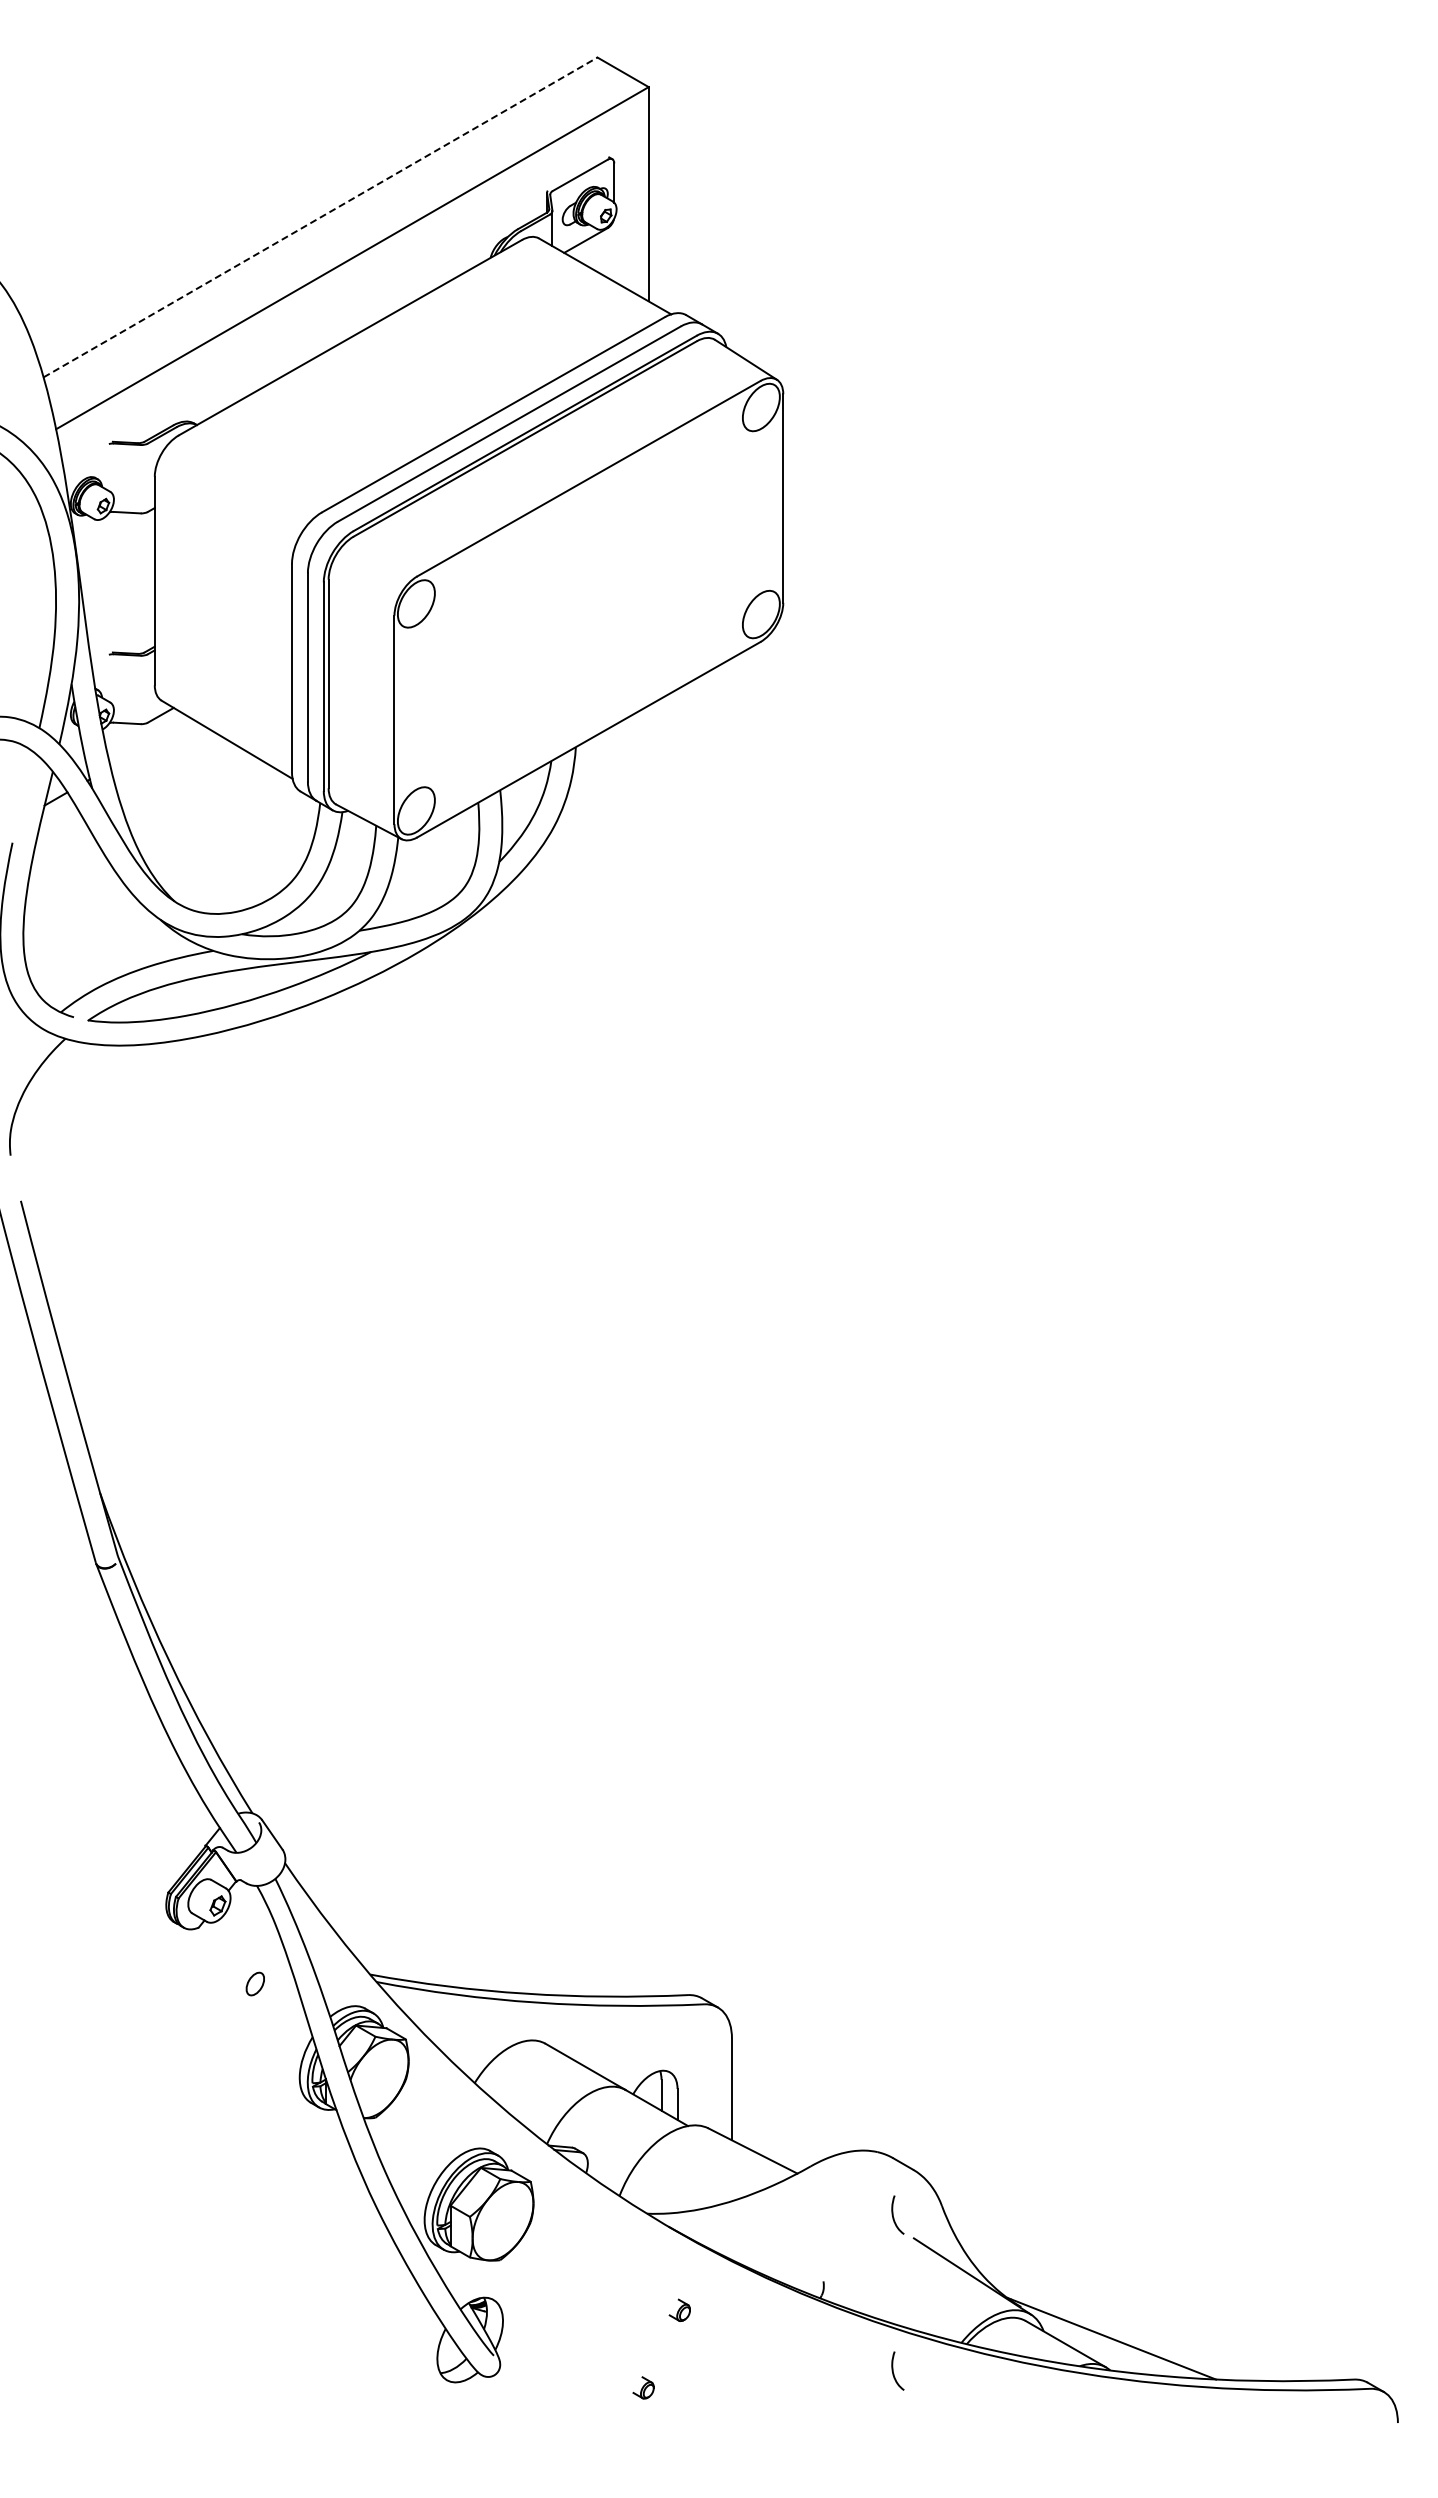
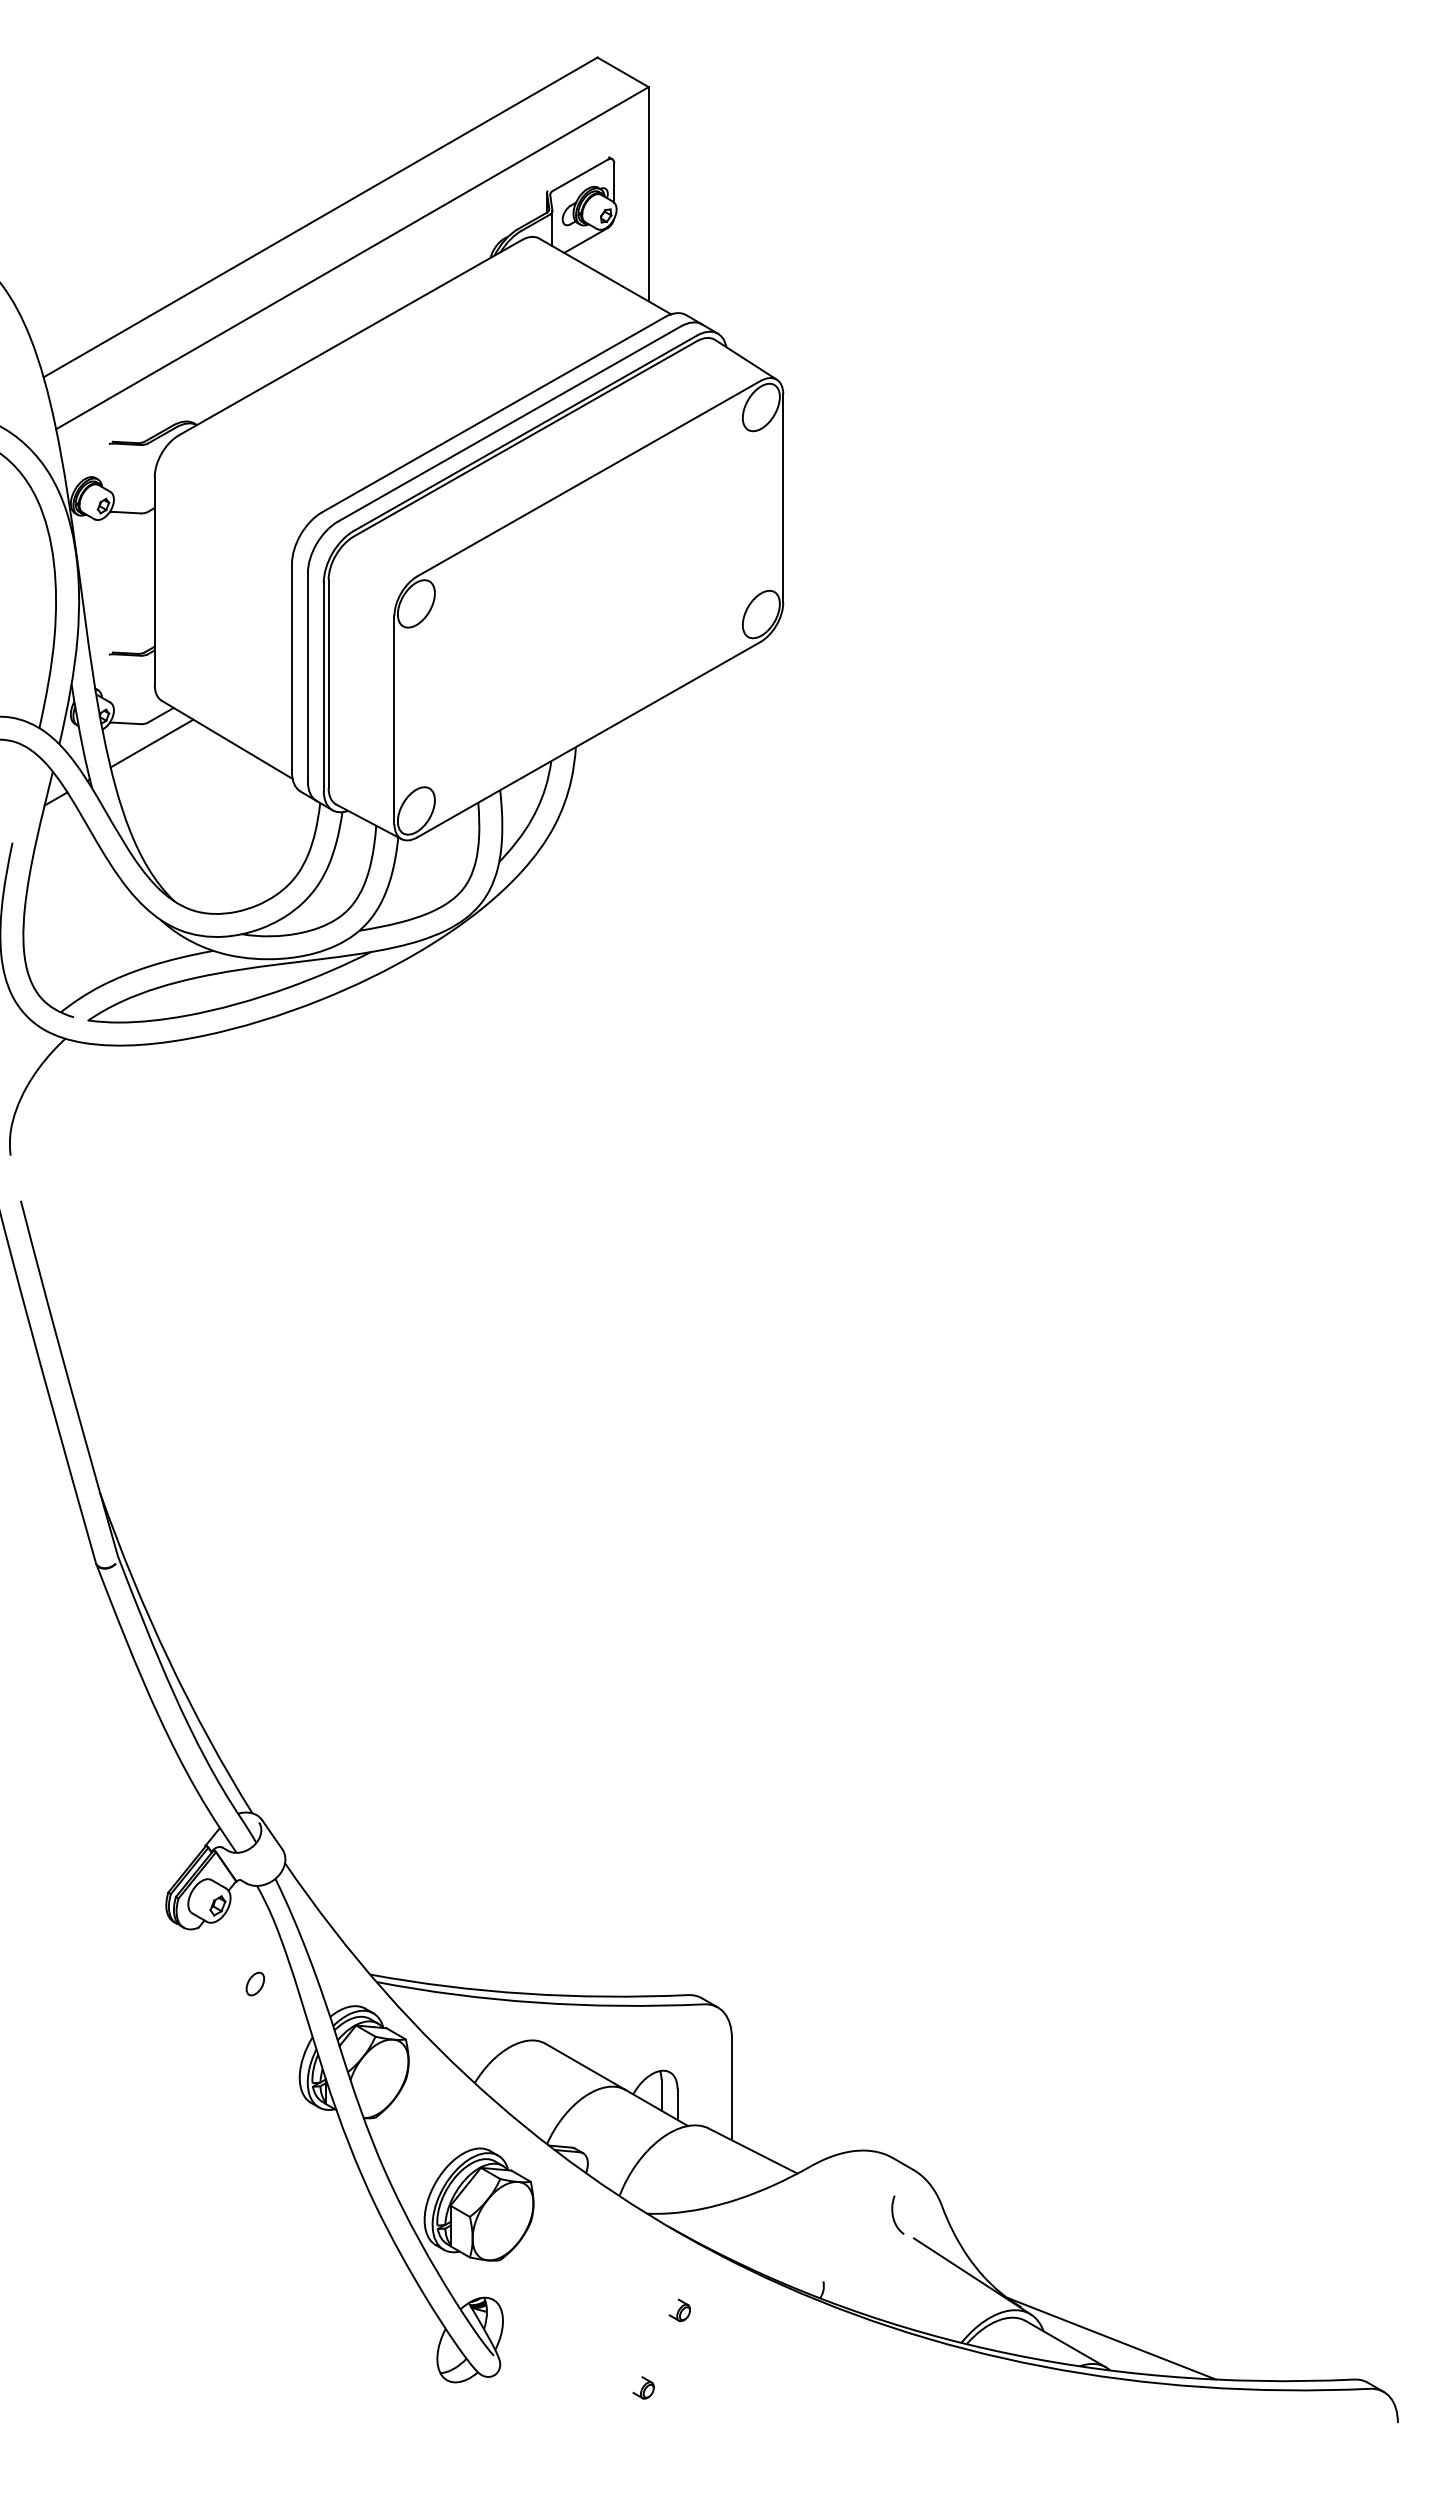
line at (320, 217): dashed -> solid
line at (151, 743): none -> present
curve at (893, 2370): present -> none
